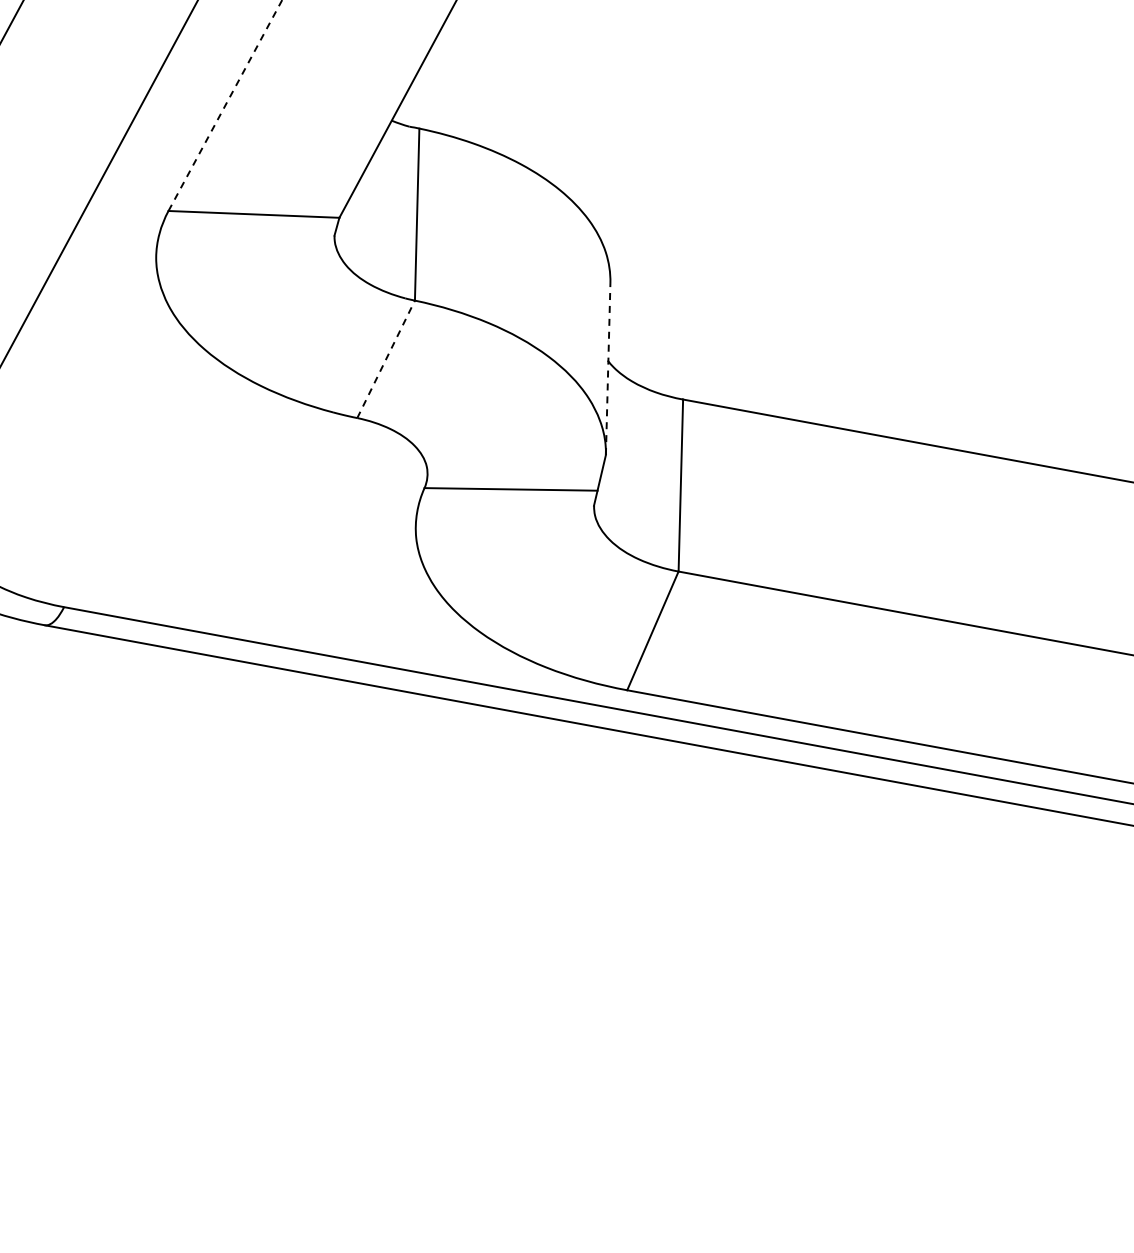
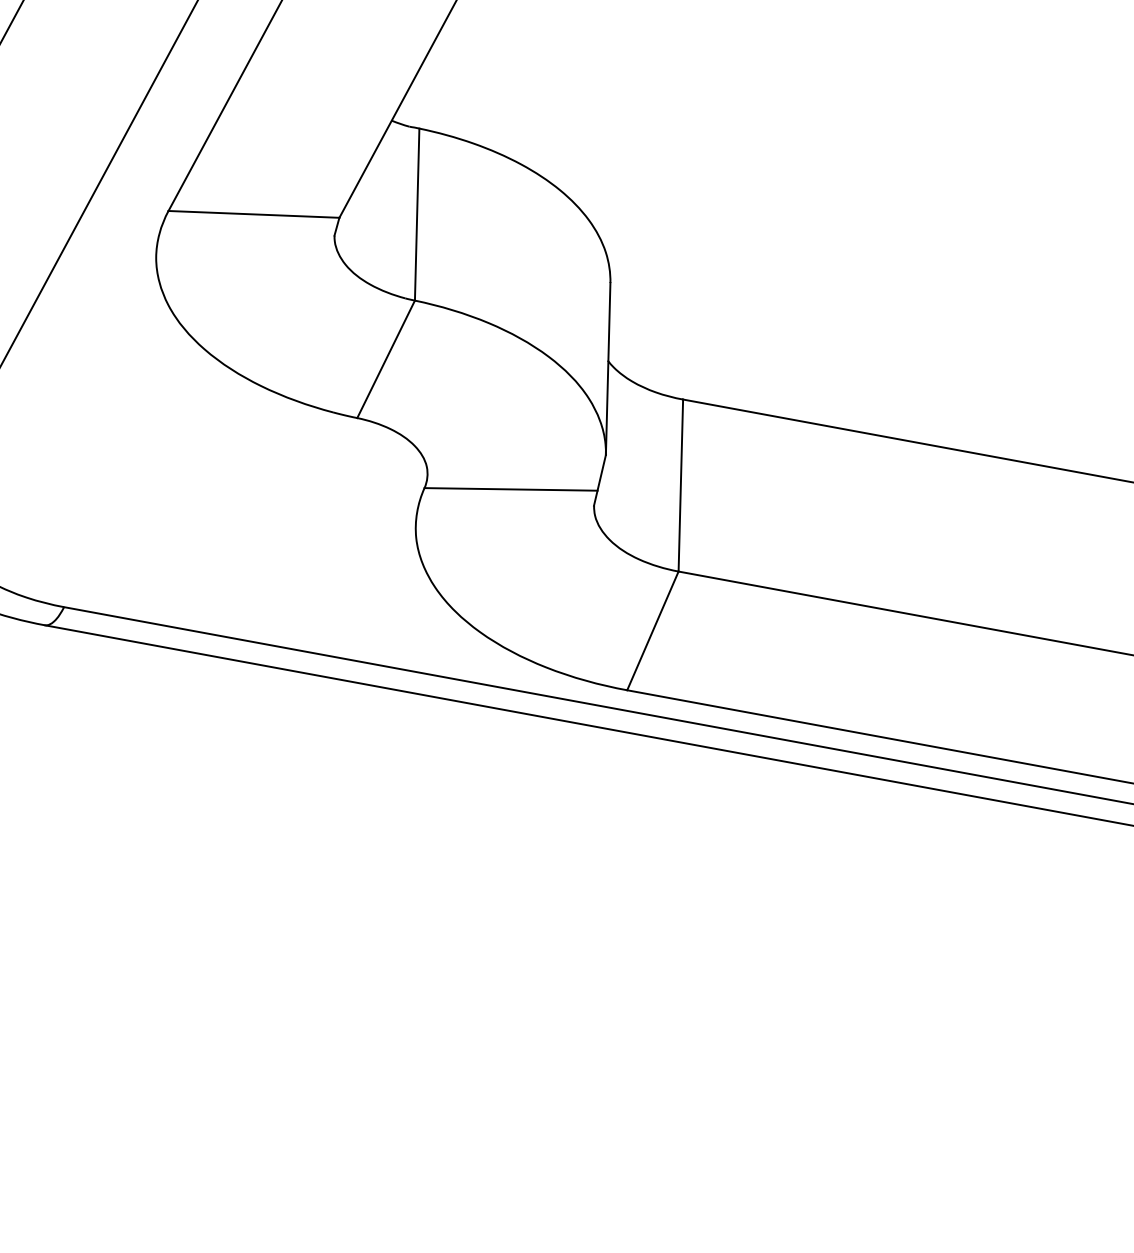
line at (225, 105): dashed -> solid
line at (386, 358): dashed -> solid
line at (608, 368): dashed -> solid
